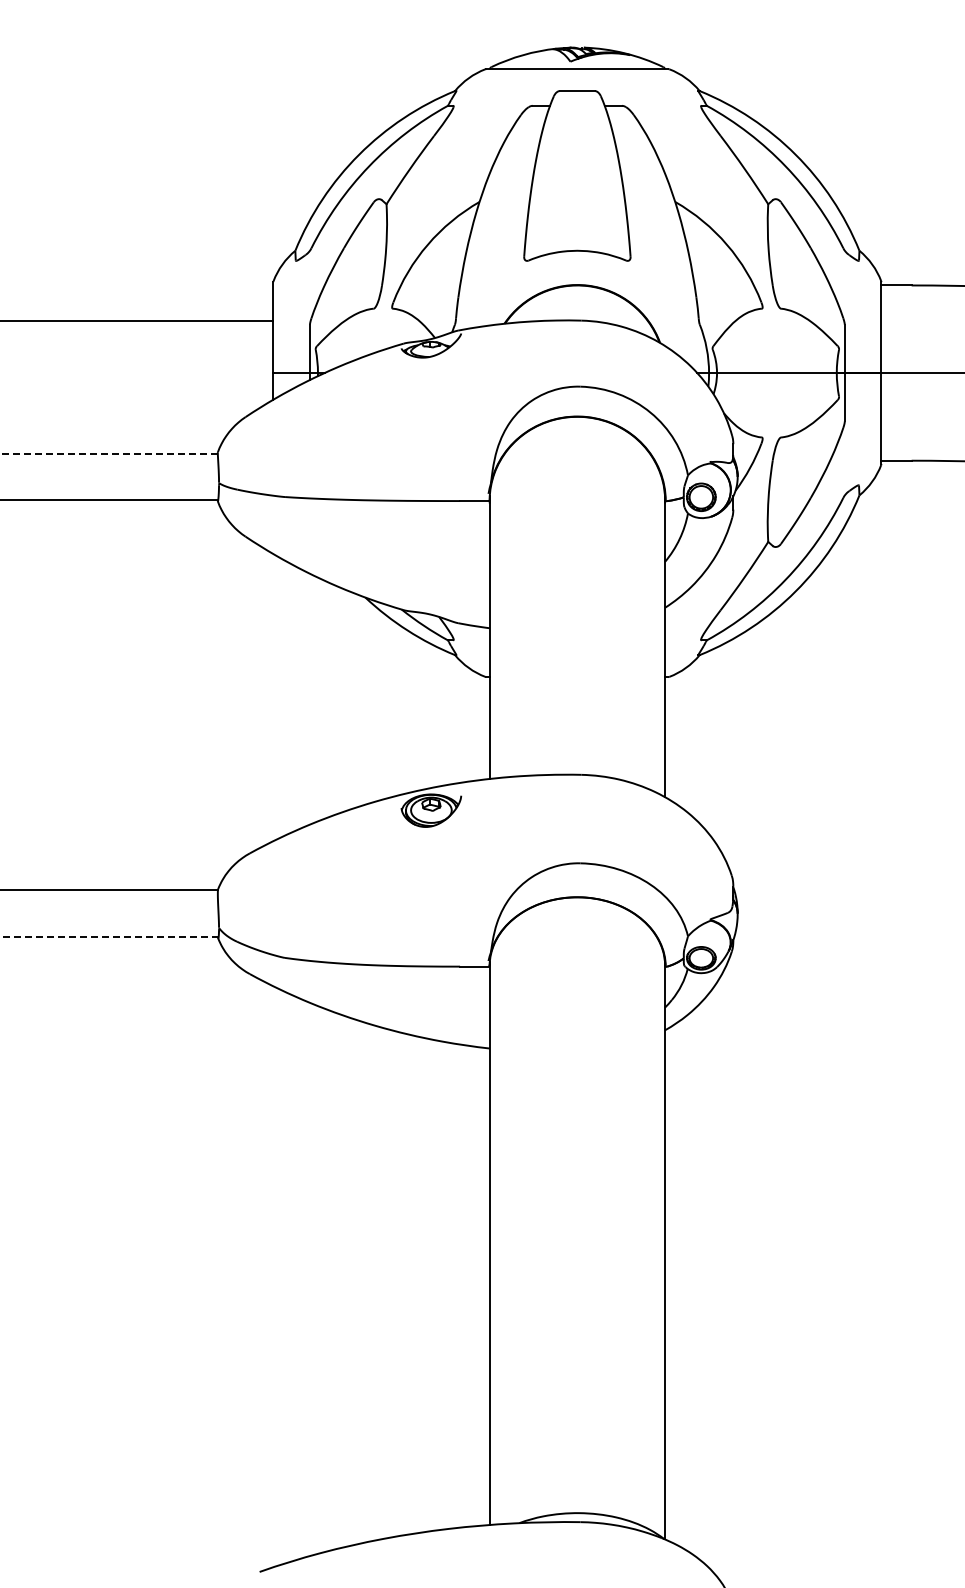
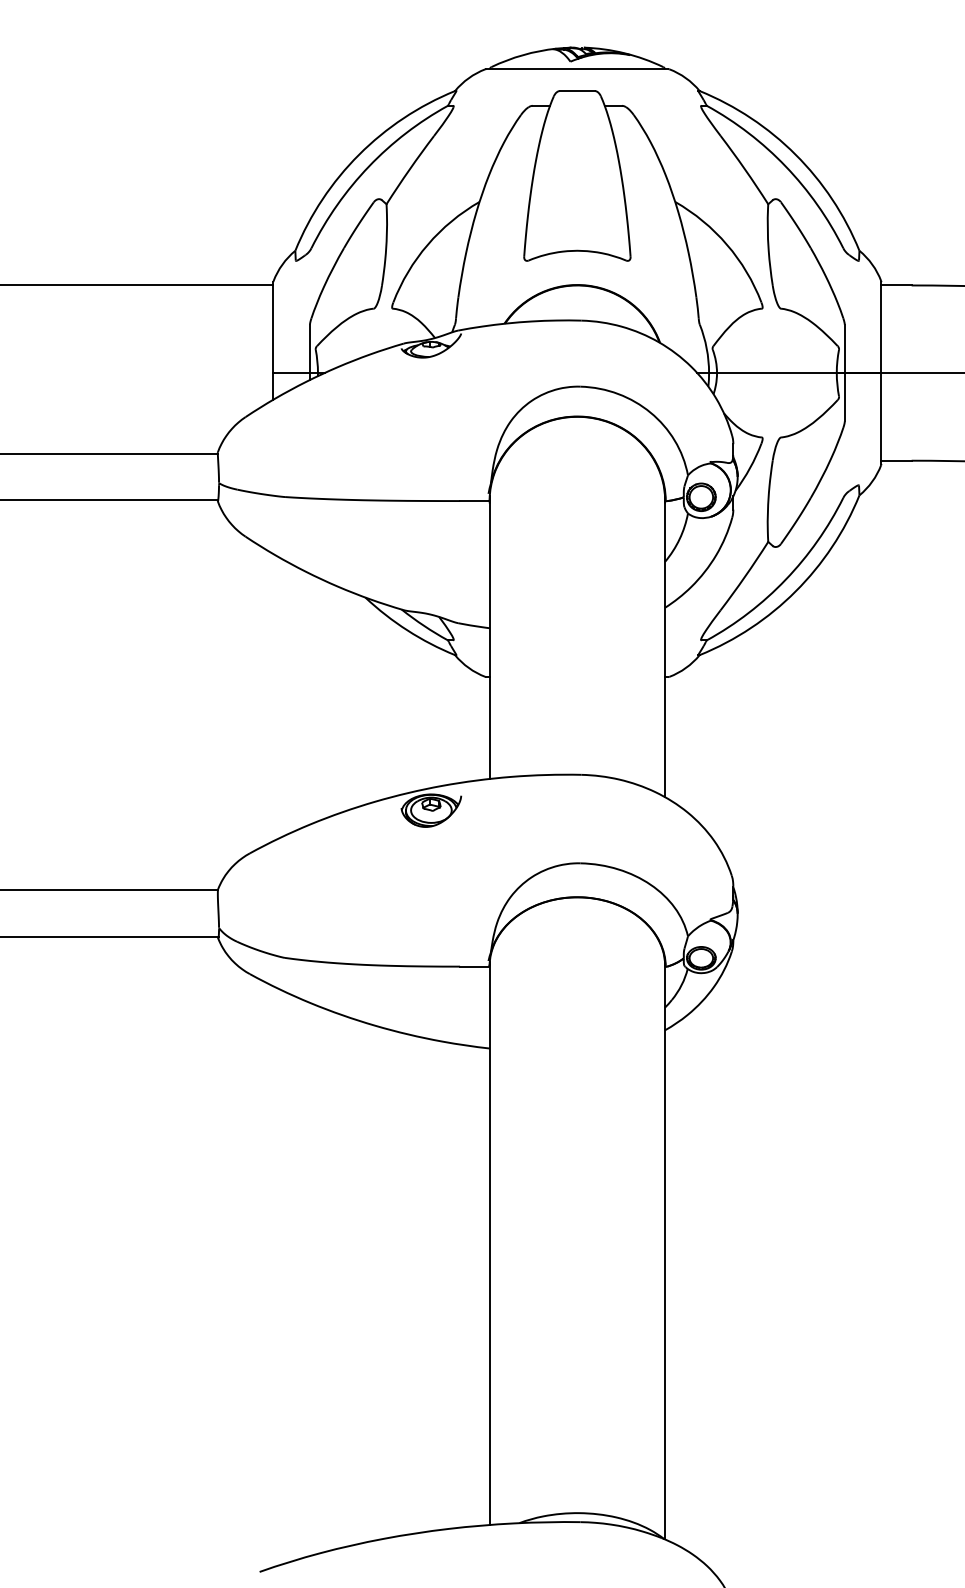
line at (137, 321) position: (137, 321) -> (137, 285)
line at (108, 453): dashed -> solid
line at (108, 936): dashed -> solid
